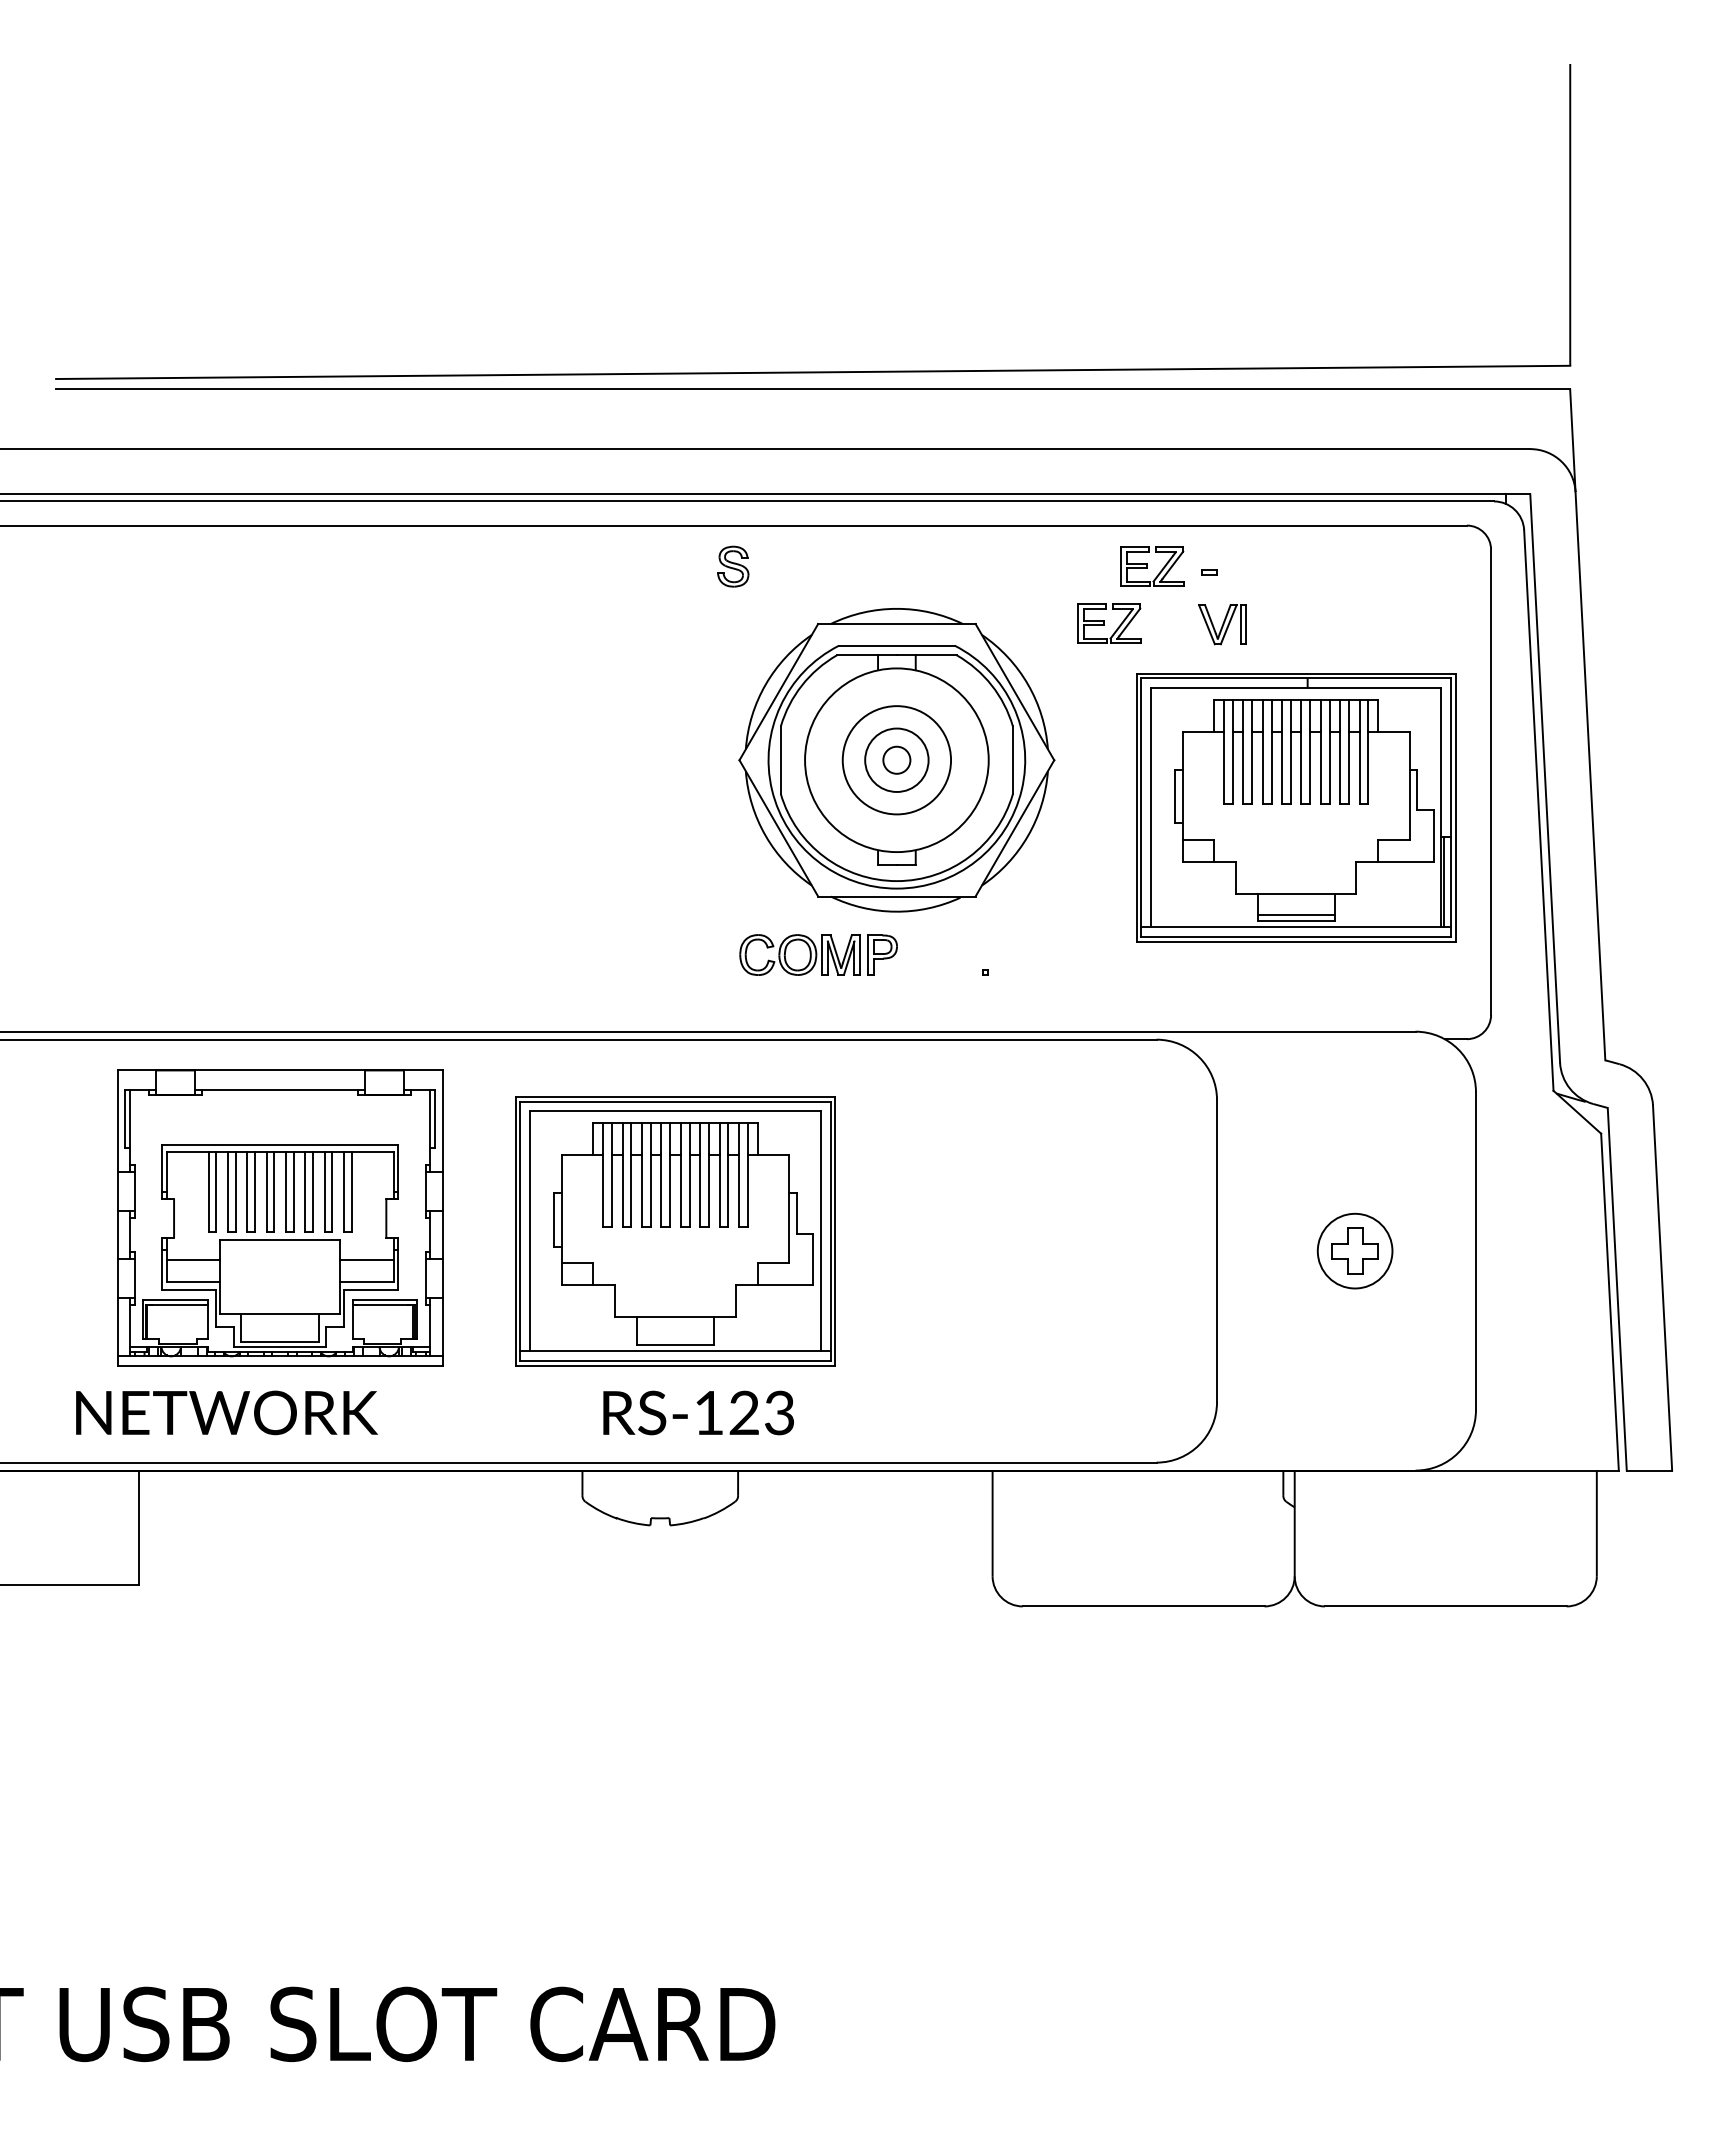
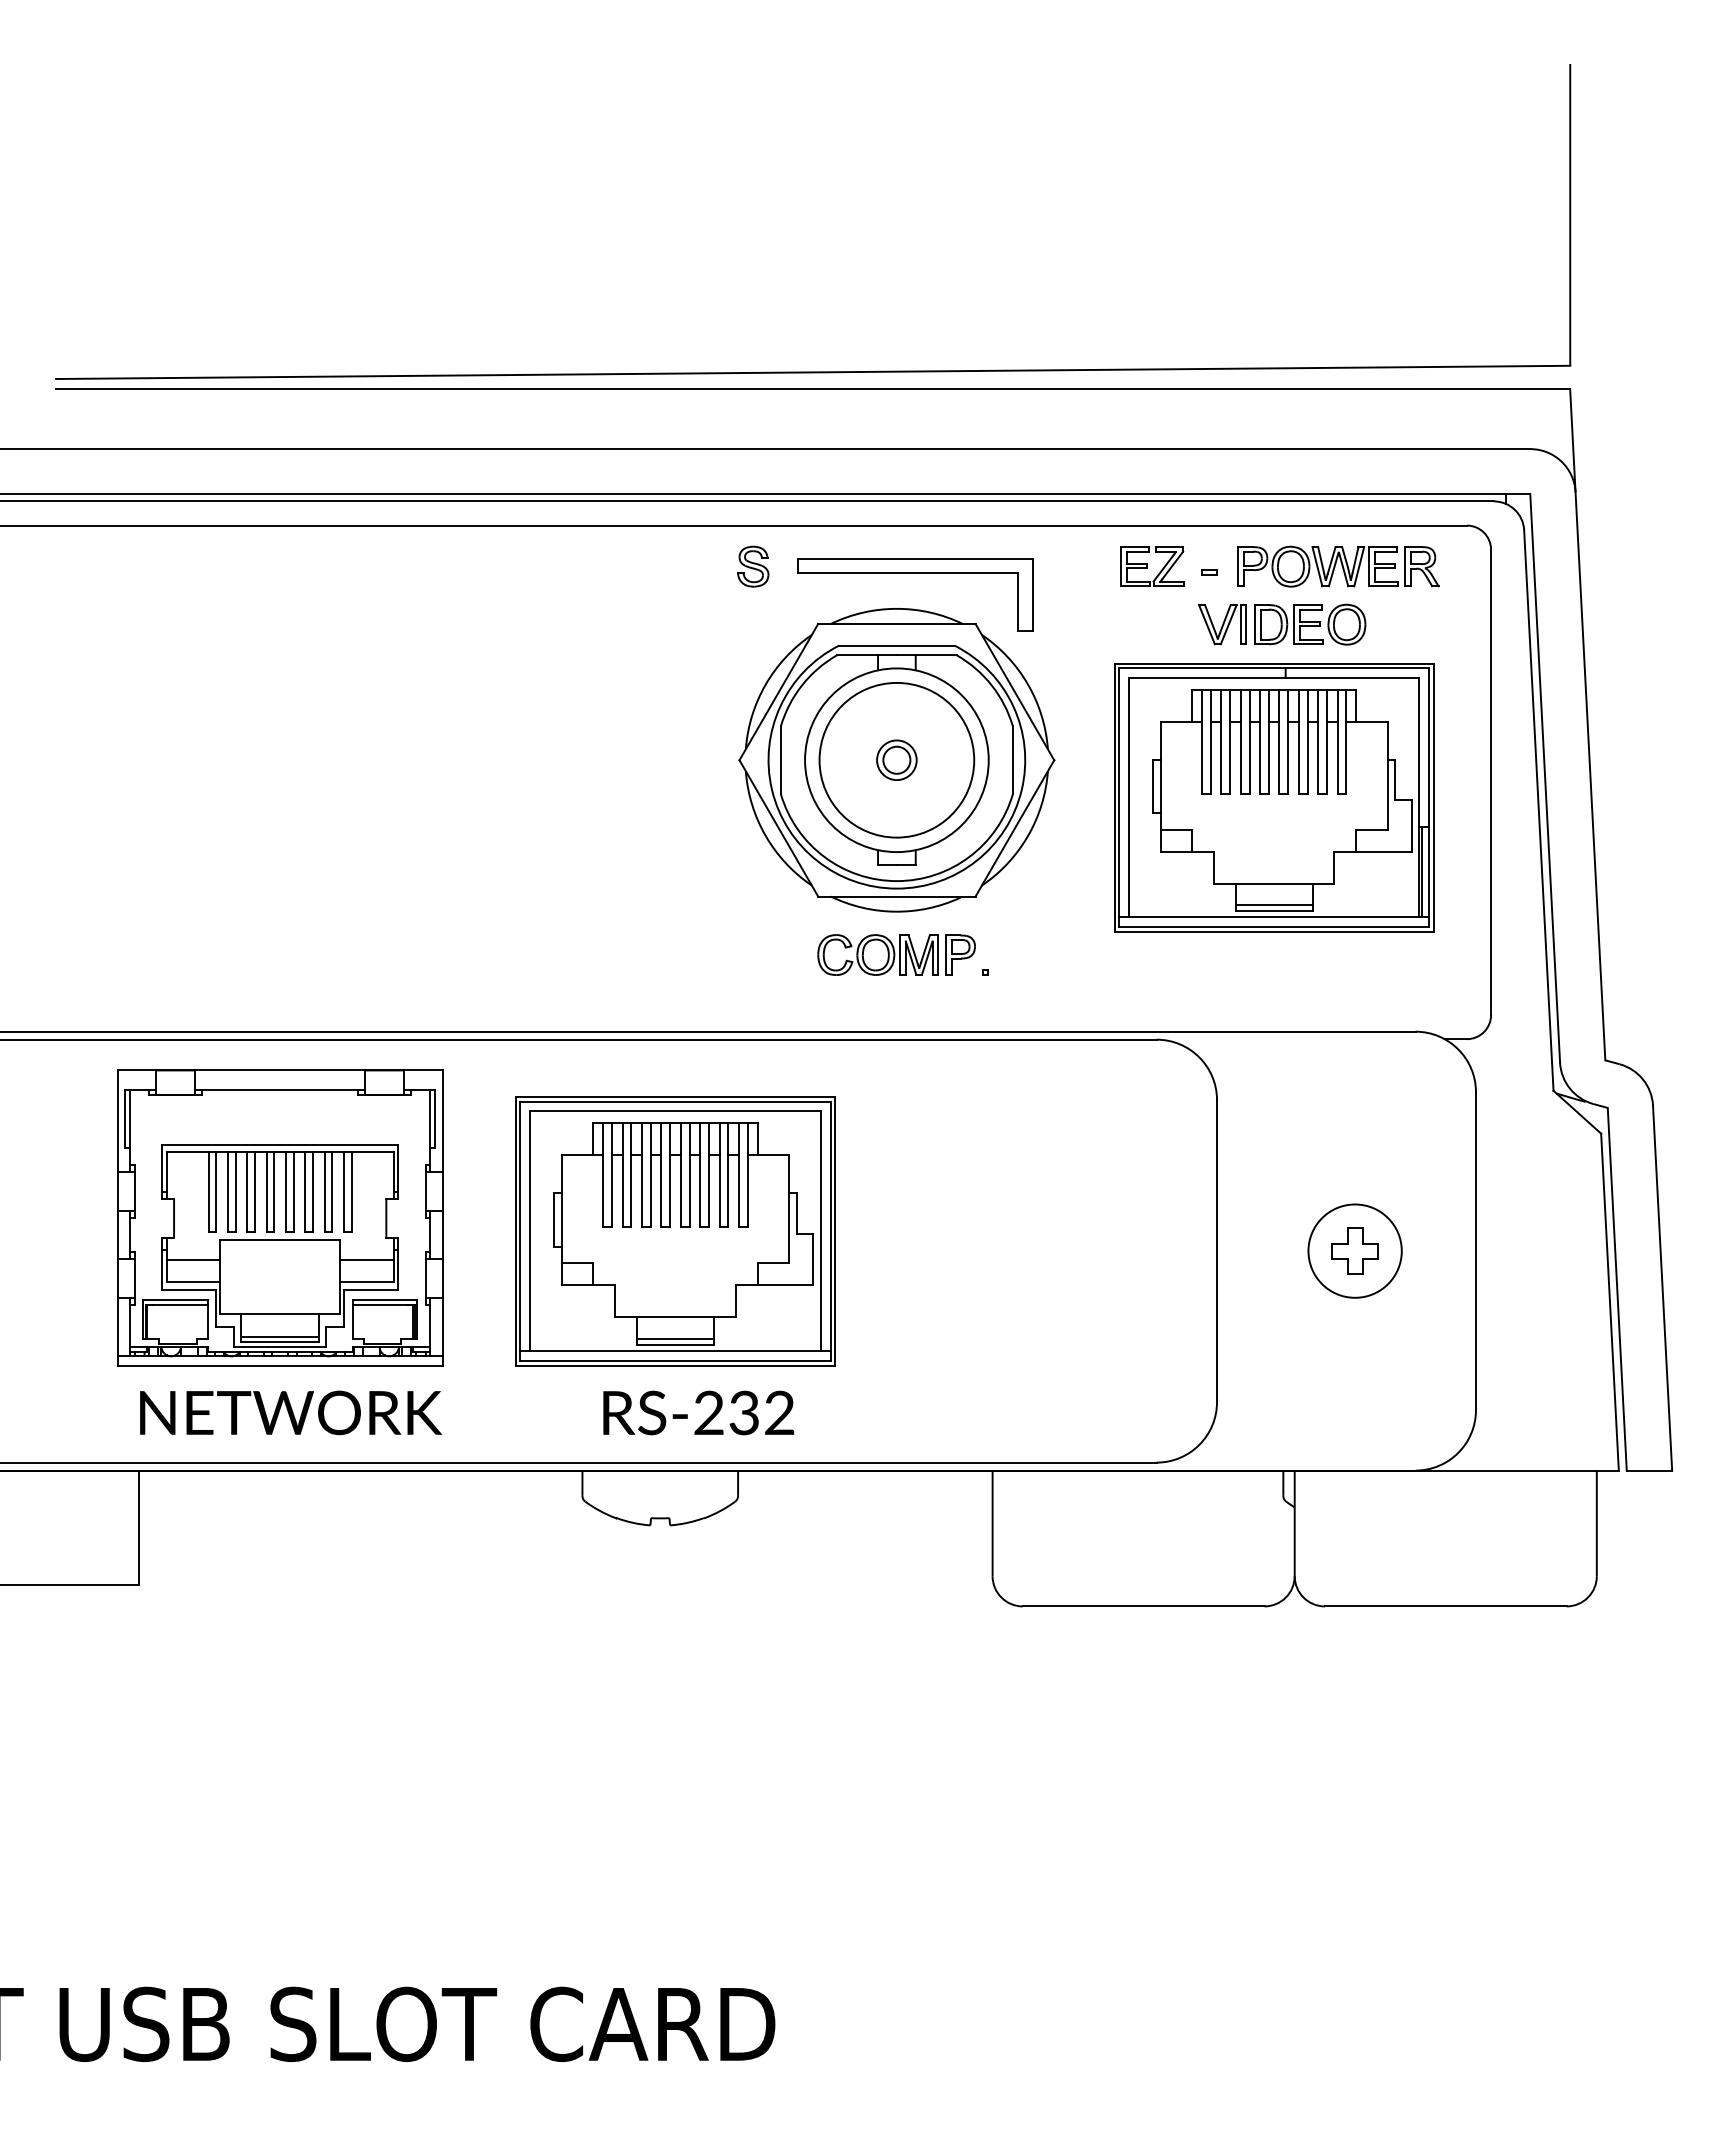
part at (733, 566) position: (733, 566) -> (753, 566)
part at (1338, 566): none -> present
part at (915, 573): none -> present
part at (1109, 623): present -> none
part at (1310, 624): none -> present
circle at (896, 759) diameter: 63 px -> 40 px
circle at (896, 760) diameter: 108 px -> 155 px
part at (1296, 807) position: (1296, 807) -> (1274, 797)
part at (818, 954) position: (818, 954) -> (896, 954)
circle at (1354, 1250) diameter: 75 px -> 93 px
line at (279, 1336): none -> present
line at (675, 1339): none -> present
text at (226, 1412) position: (226, 1412) -> (290, 1412)
text at (744, 1412): RS-123 -> RS-232
